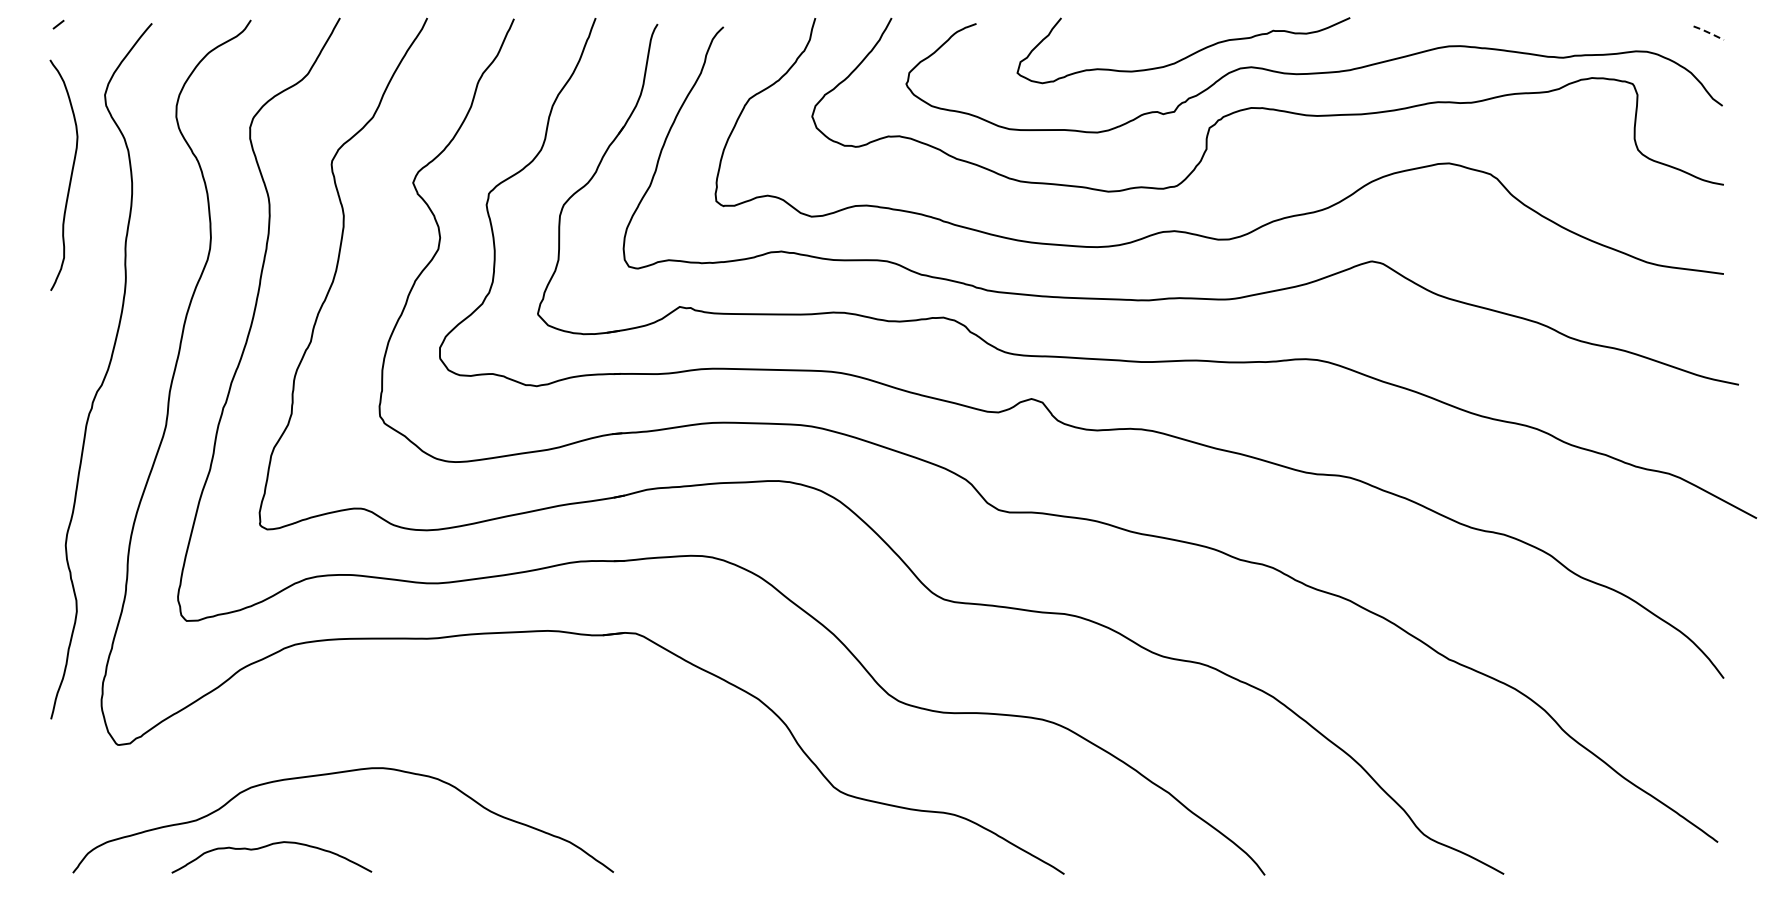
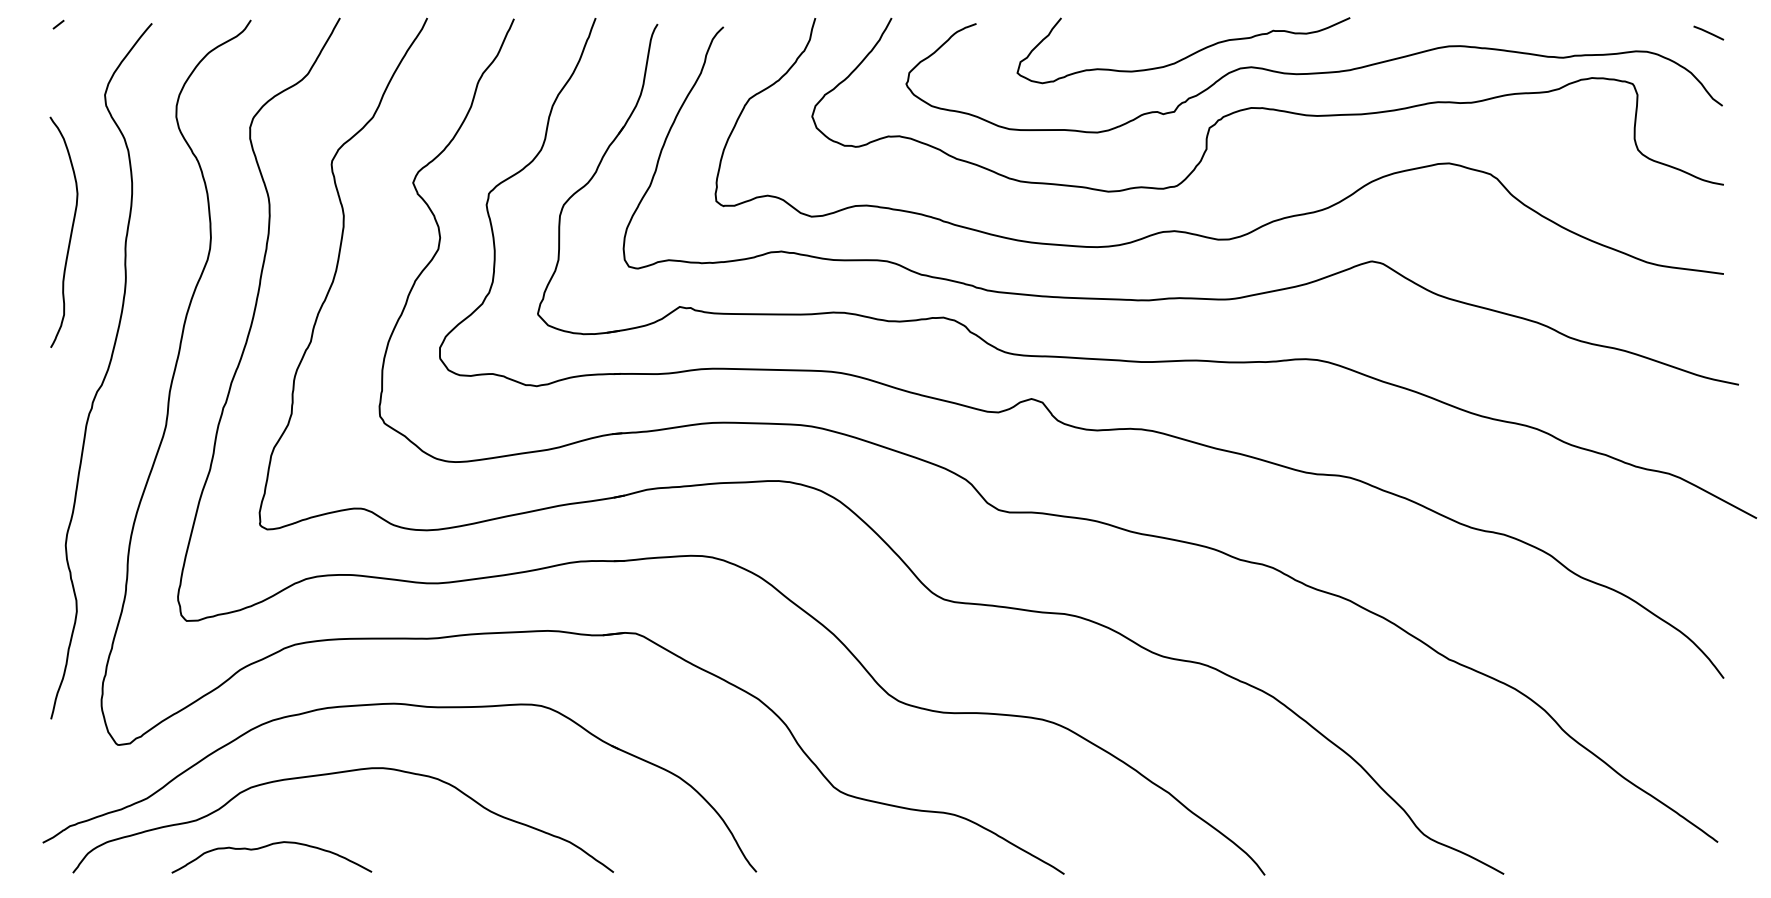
line at (1709, 33): dashed -> solid
curve at (70, 174) position: (70, 174) -> (70, 231)
part at (412, 706): none -> present
